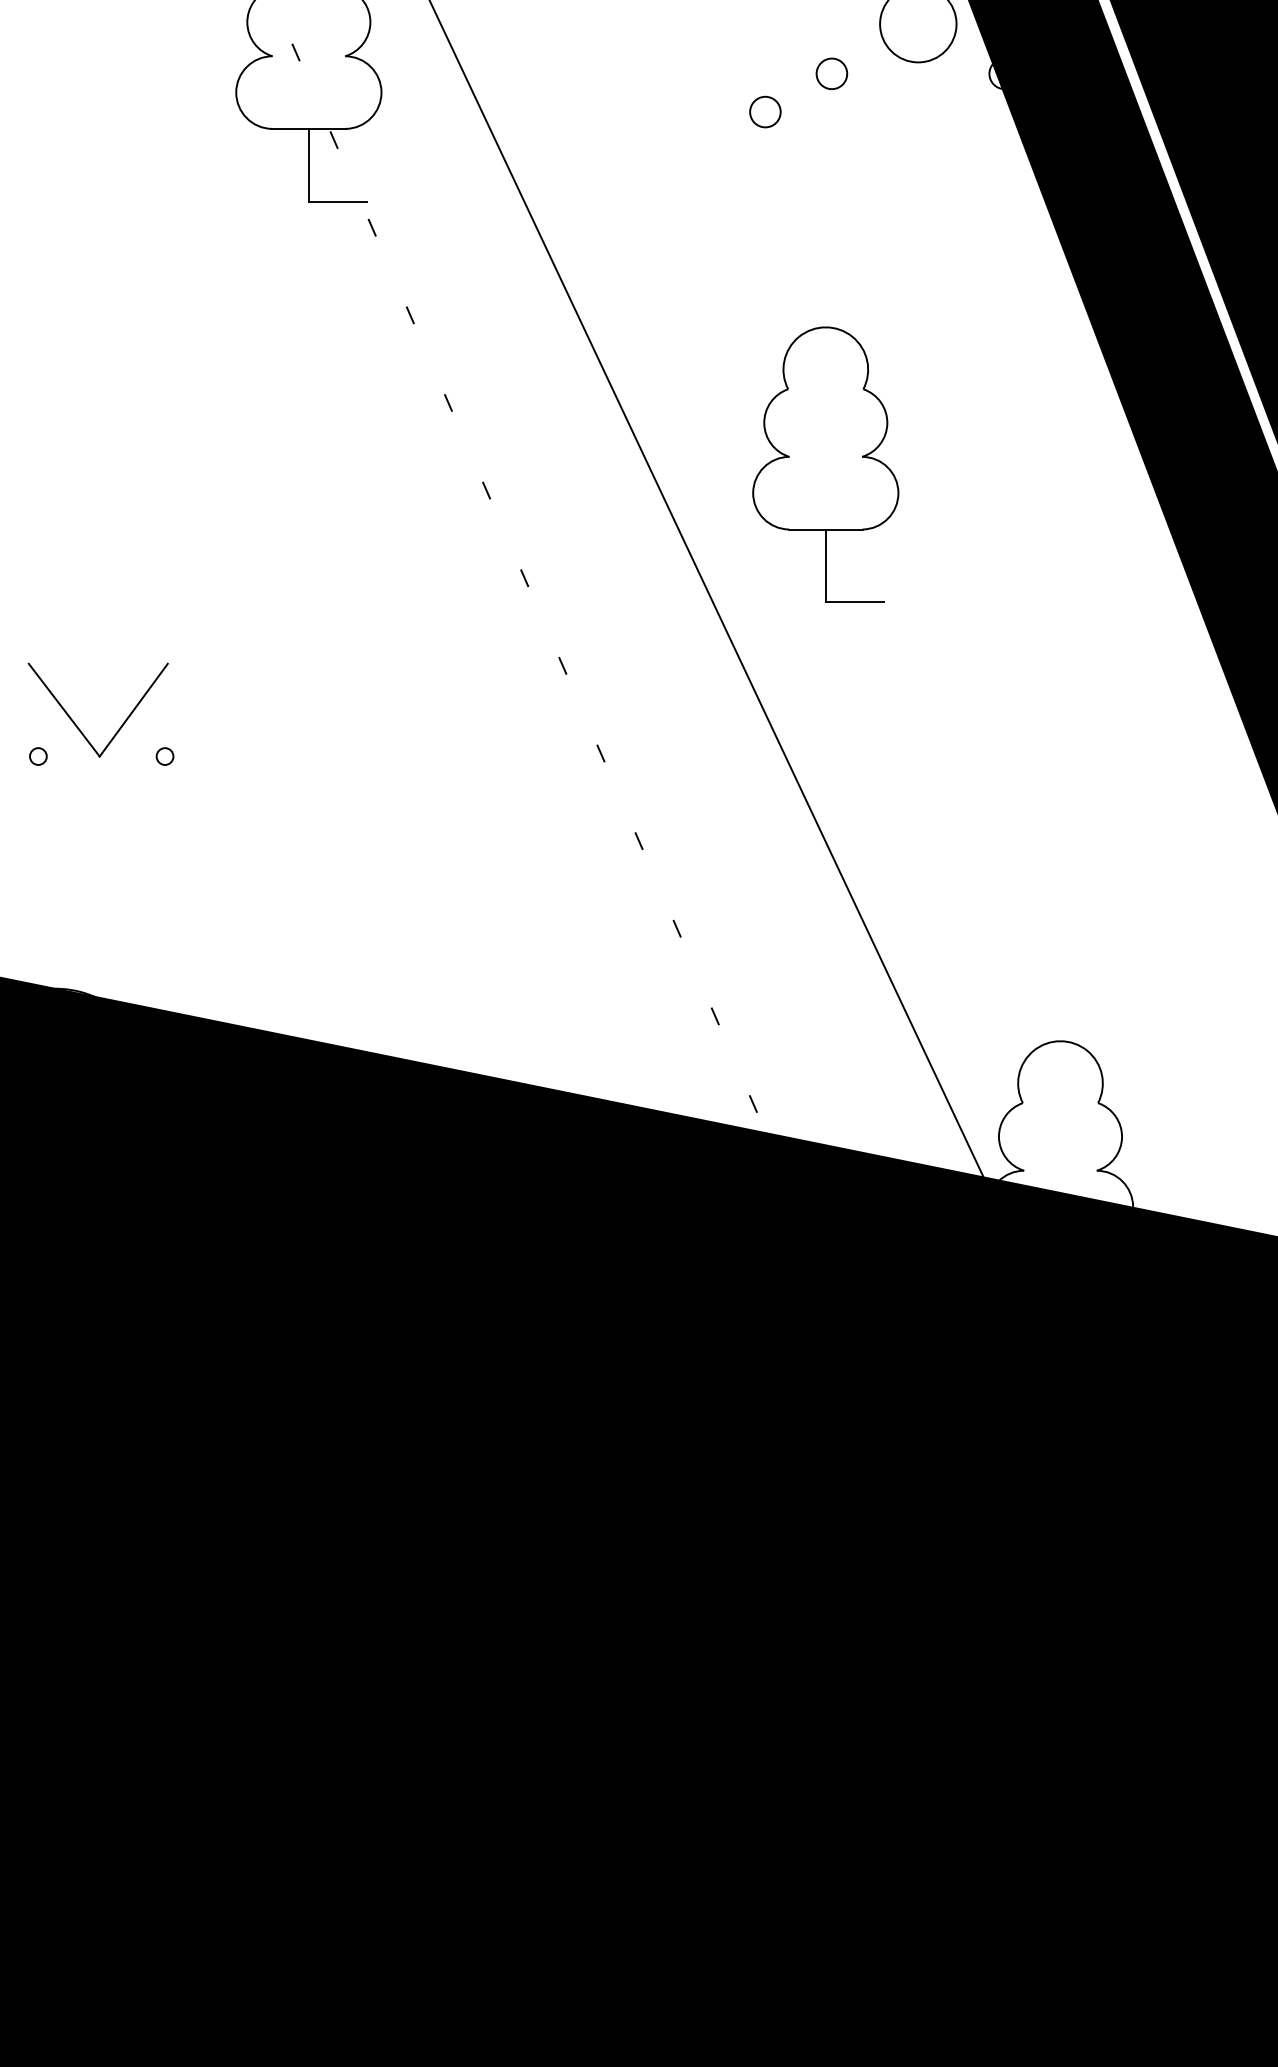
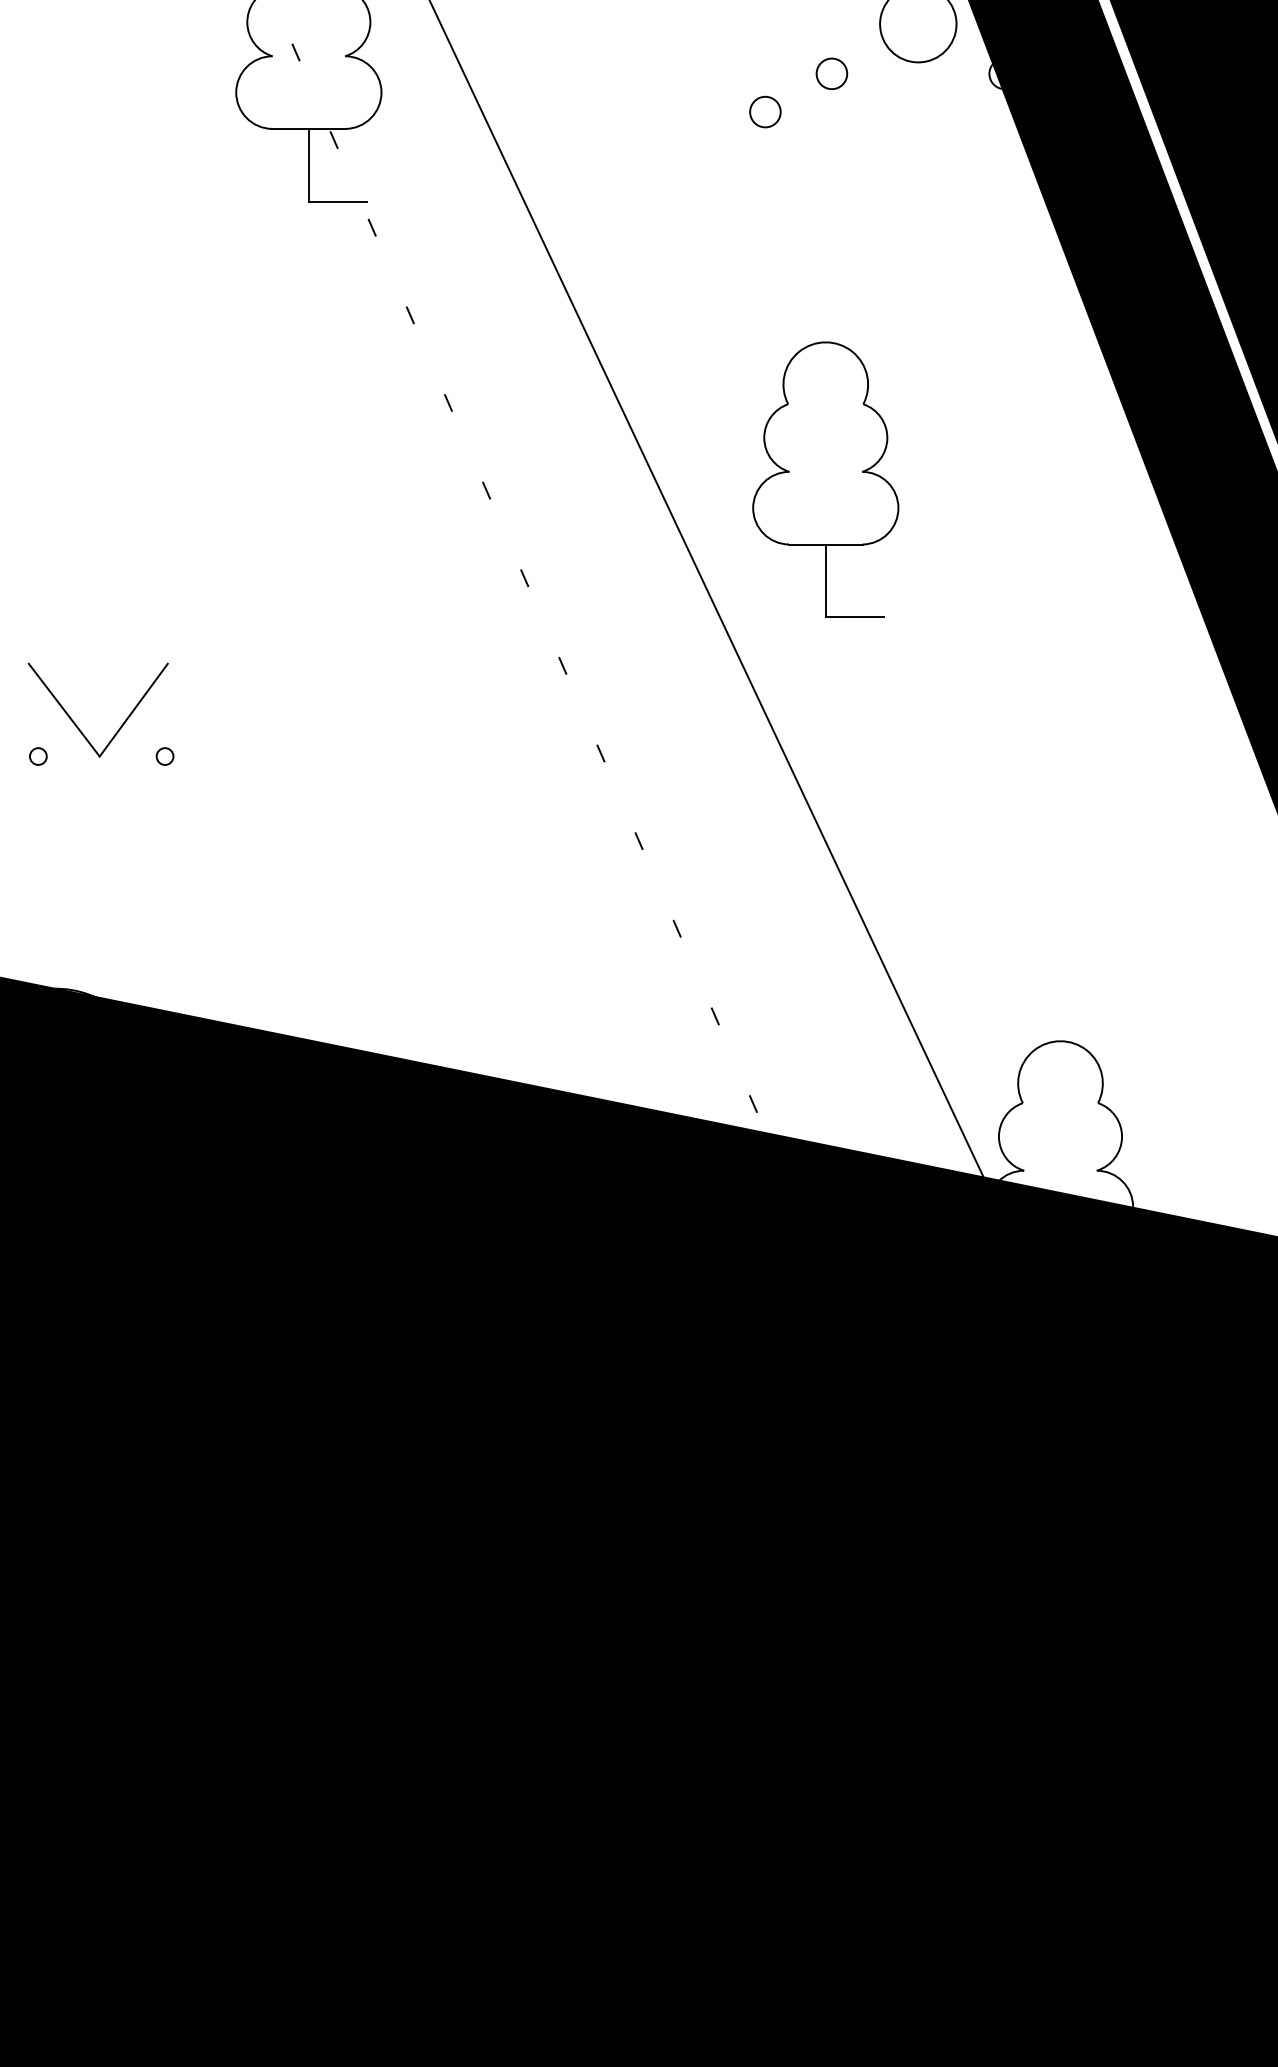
part at (825, 464) position: (825, 464) -> (825, 479)
